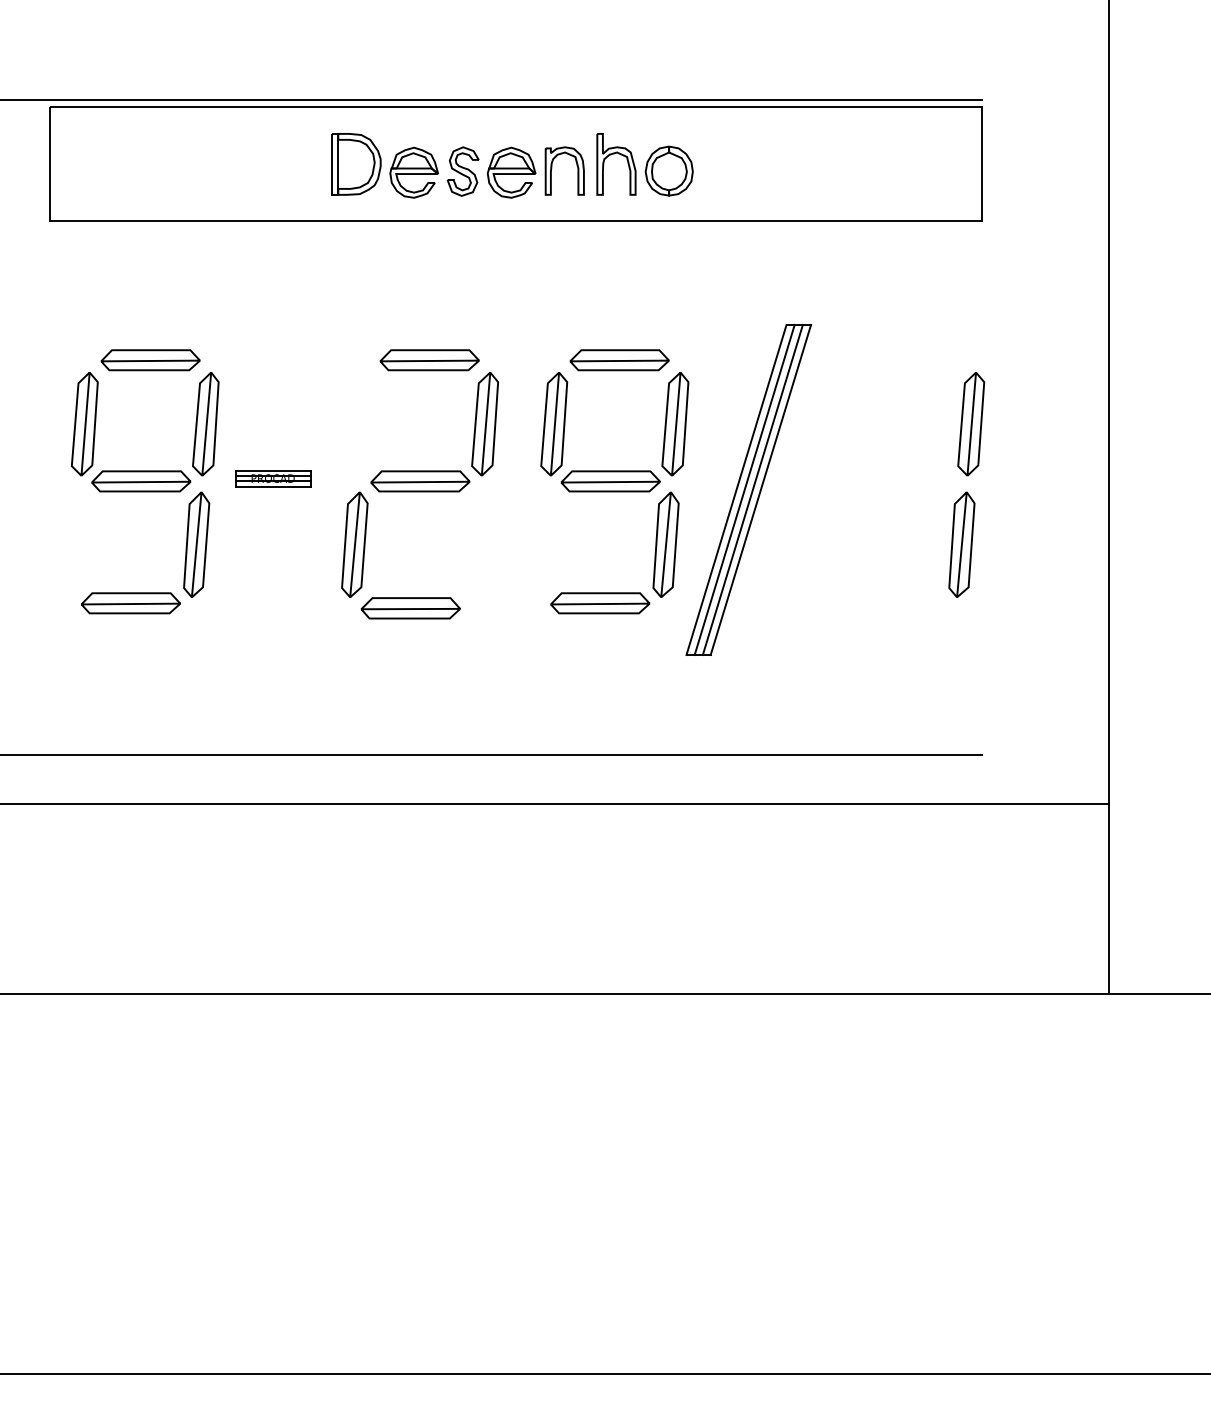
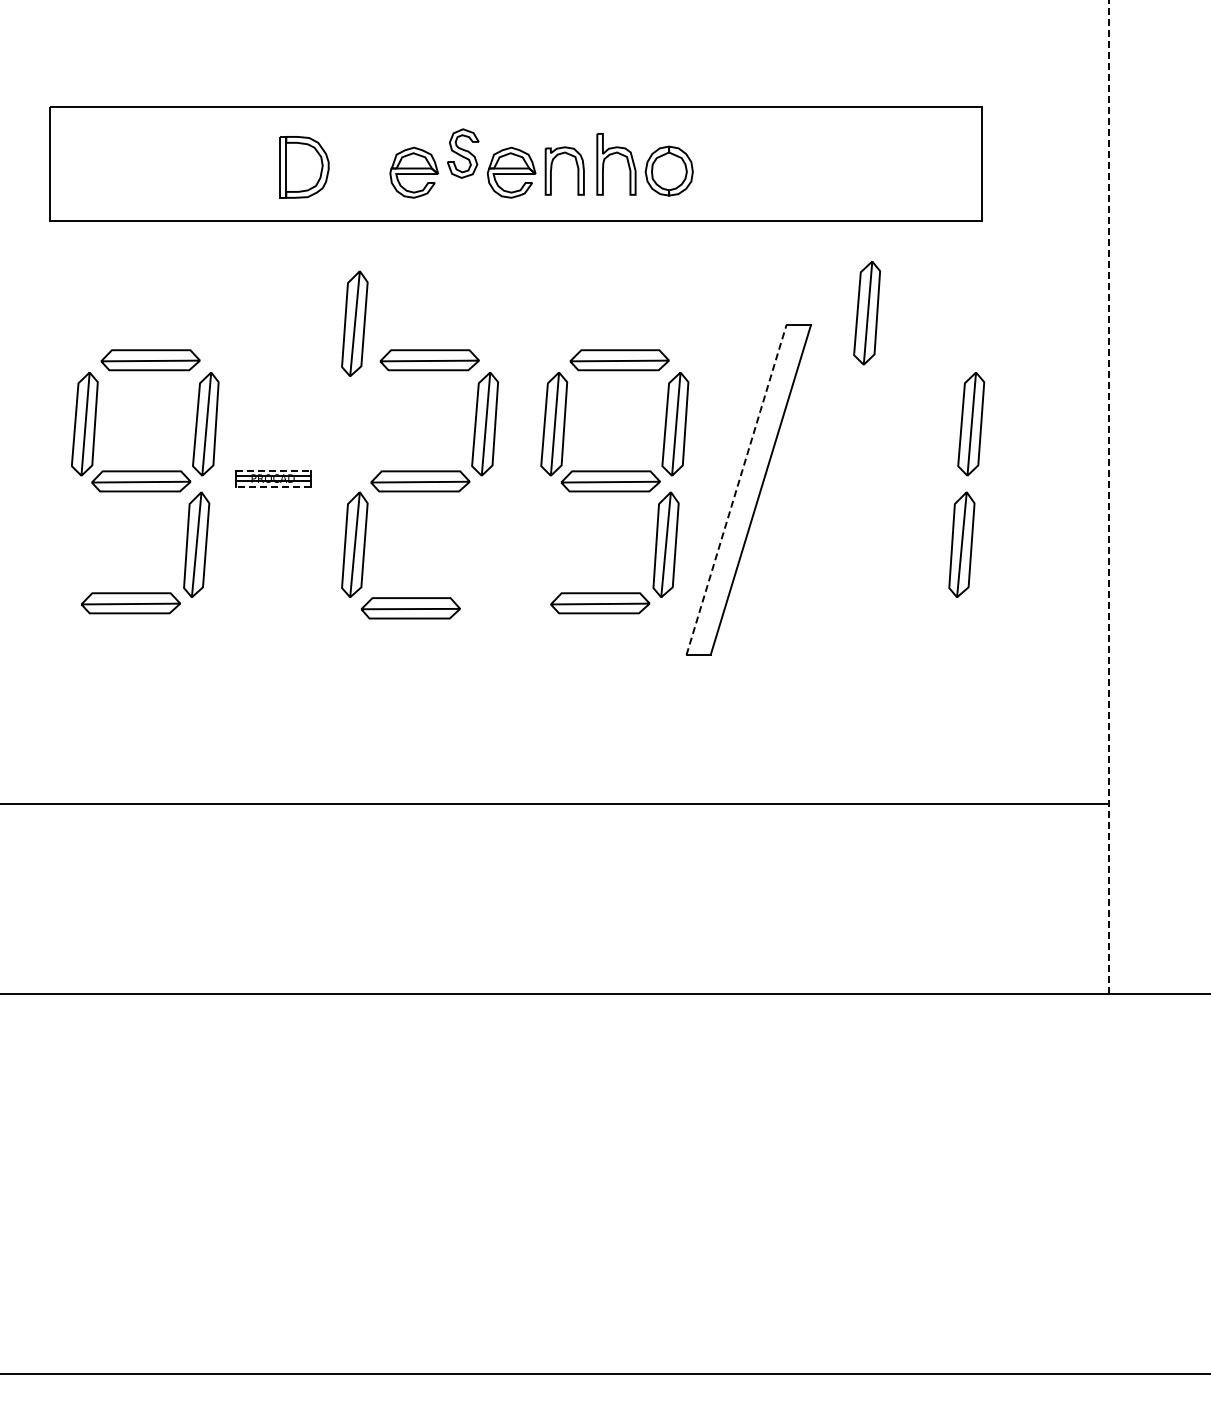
line at (491, 100): present -> none
part at (356, 164) position: (356, 164) -> (304, 167)
part at (462, 171) position: (462, 171) -> (462, 153)
curve at (867, 313): none -> present
curve at (354, 323): none -> present
line at (273, 470): solid -> dashed
line at (272, 486): solid -> dashed
line at (736, 489): solid -> dashed
line at (744, 489): present -> none
line at (752, 489): present -> none
line at (1109, 497): solid -> dashed
line at (491, 754): present -> none
